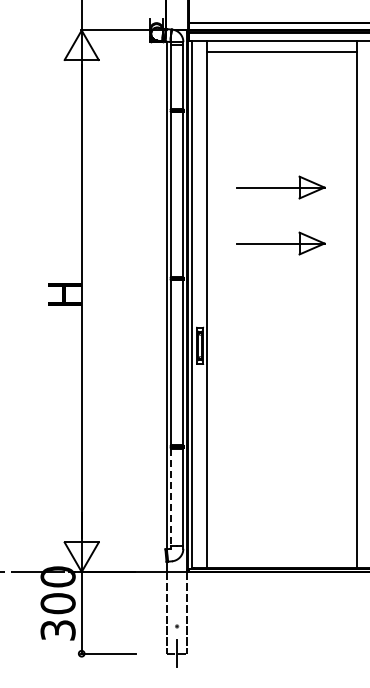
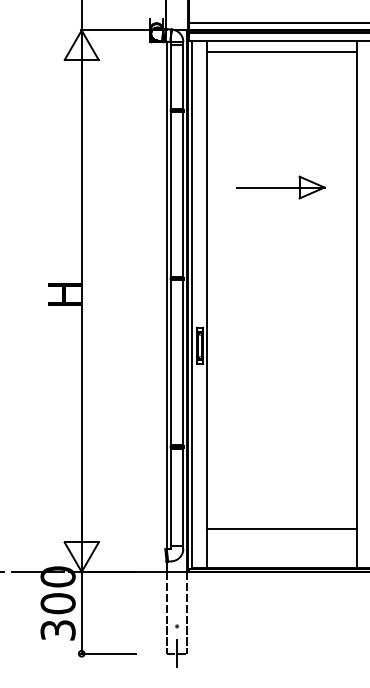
part at (280, 243): present -> none
line at (171, 497): dashed -> solid
line at (281, 529): none -> present
